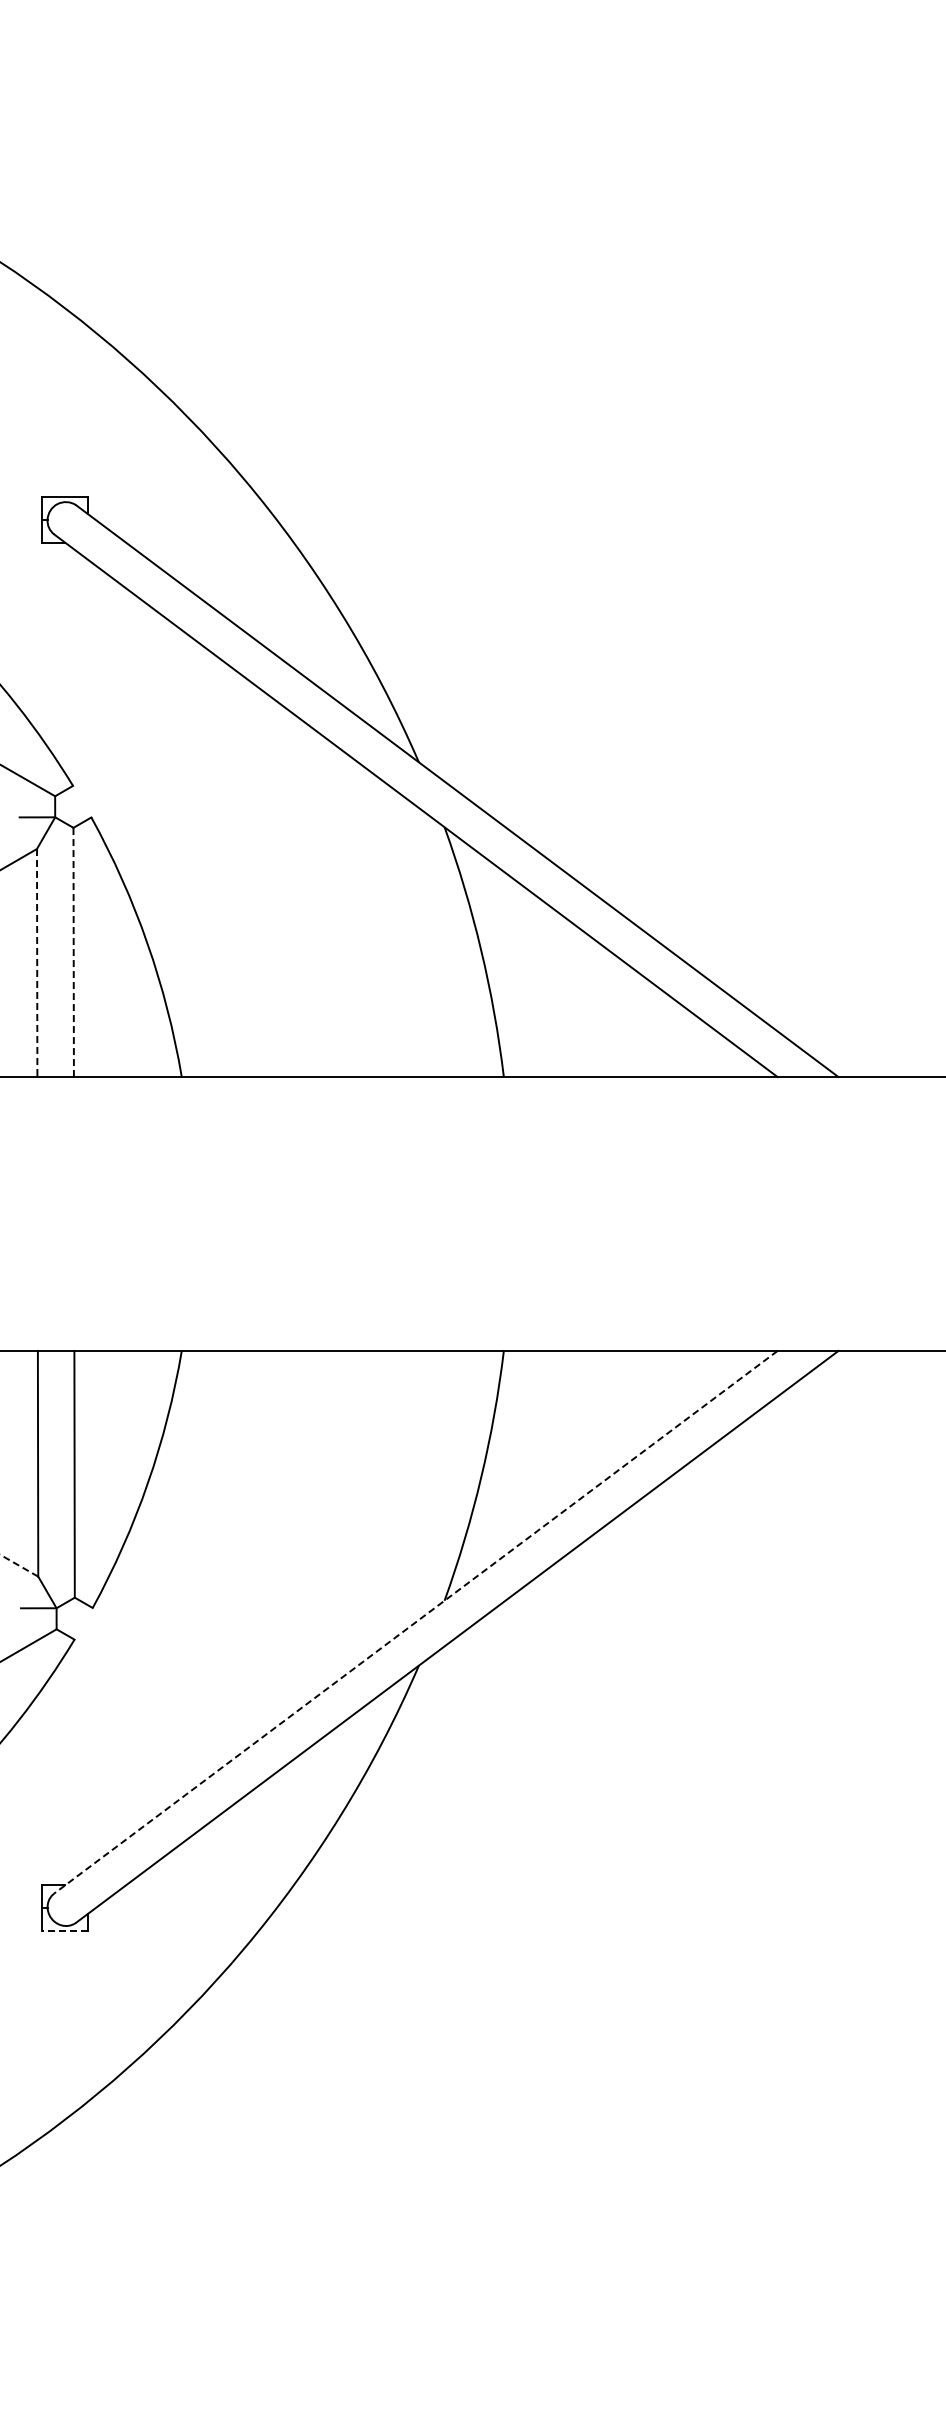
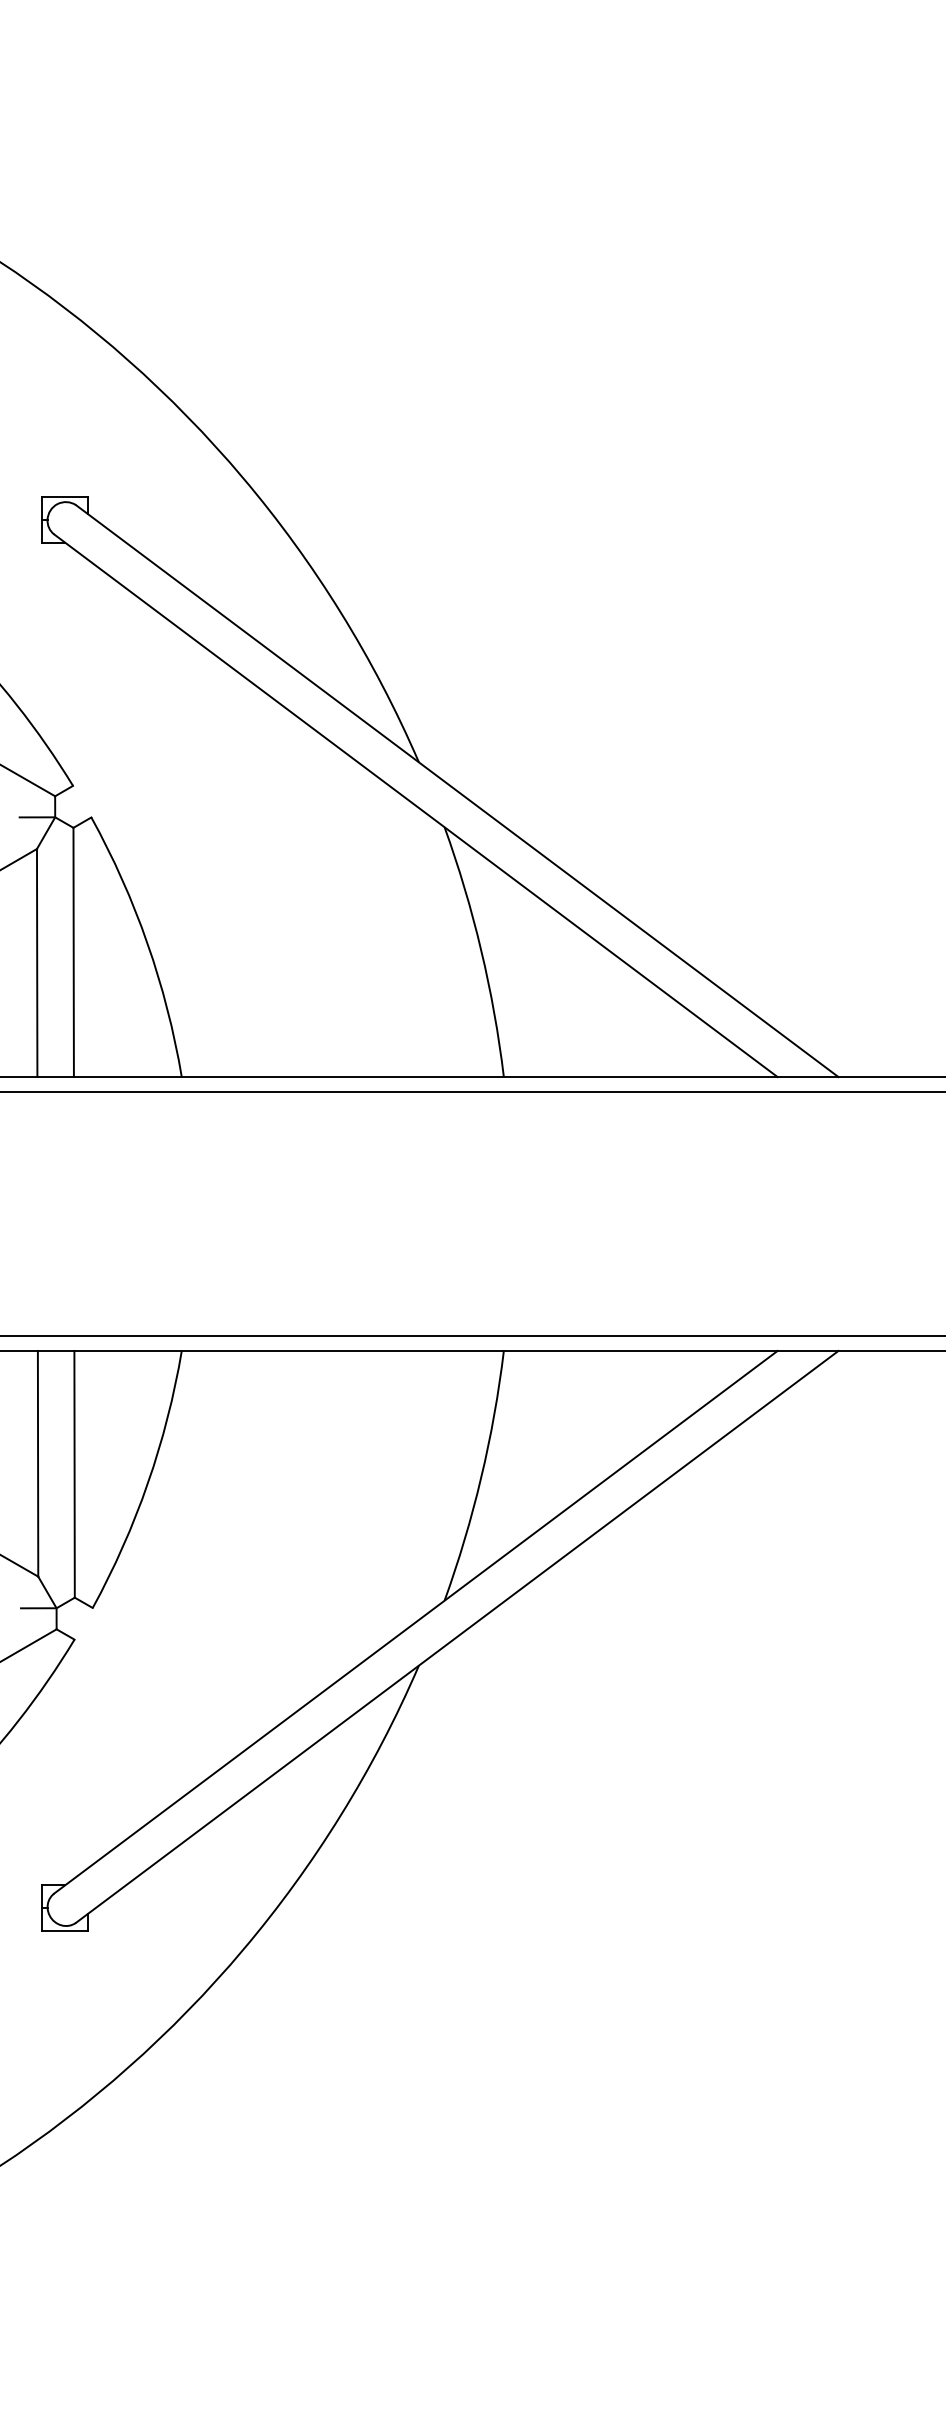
line at (73, 952): dashed -> solid
line at (37, 963): dashed -> solid
line at (472, 1091): none -> present
line at (472, 1336): none -> present
line at (19, 1565): dashed -> solid
line at (415, 1622): dashed -> solid
line at (65, 1931): dashed -> solid
